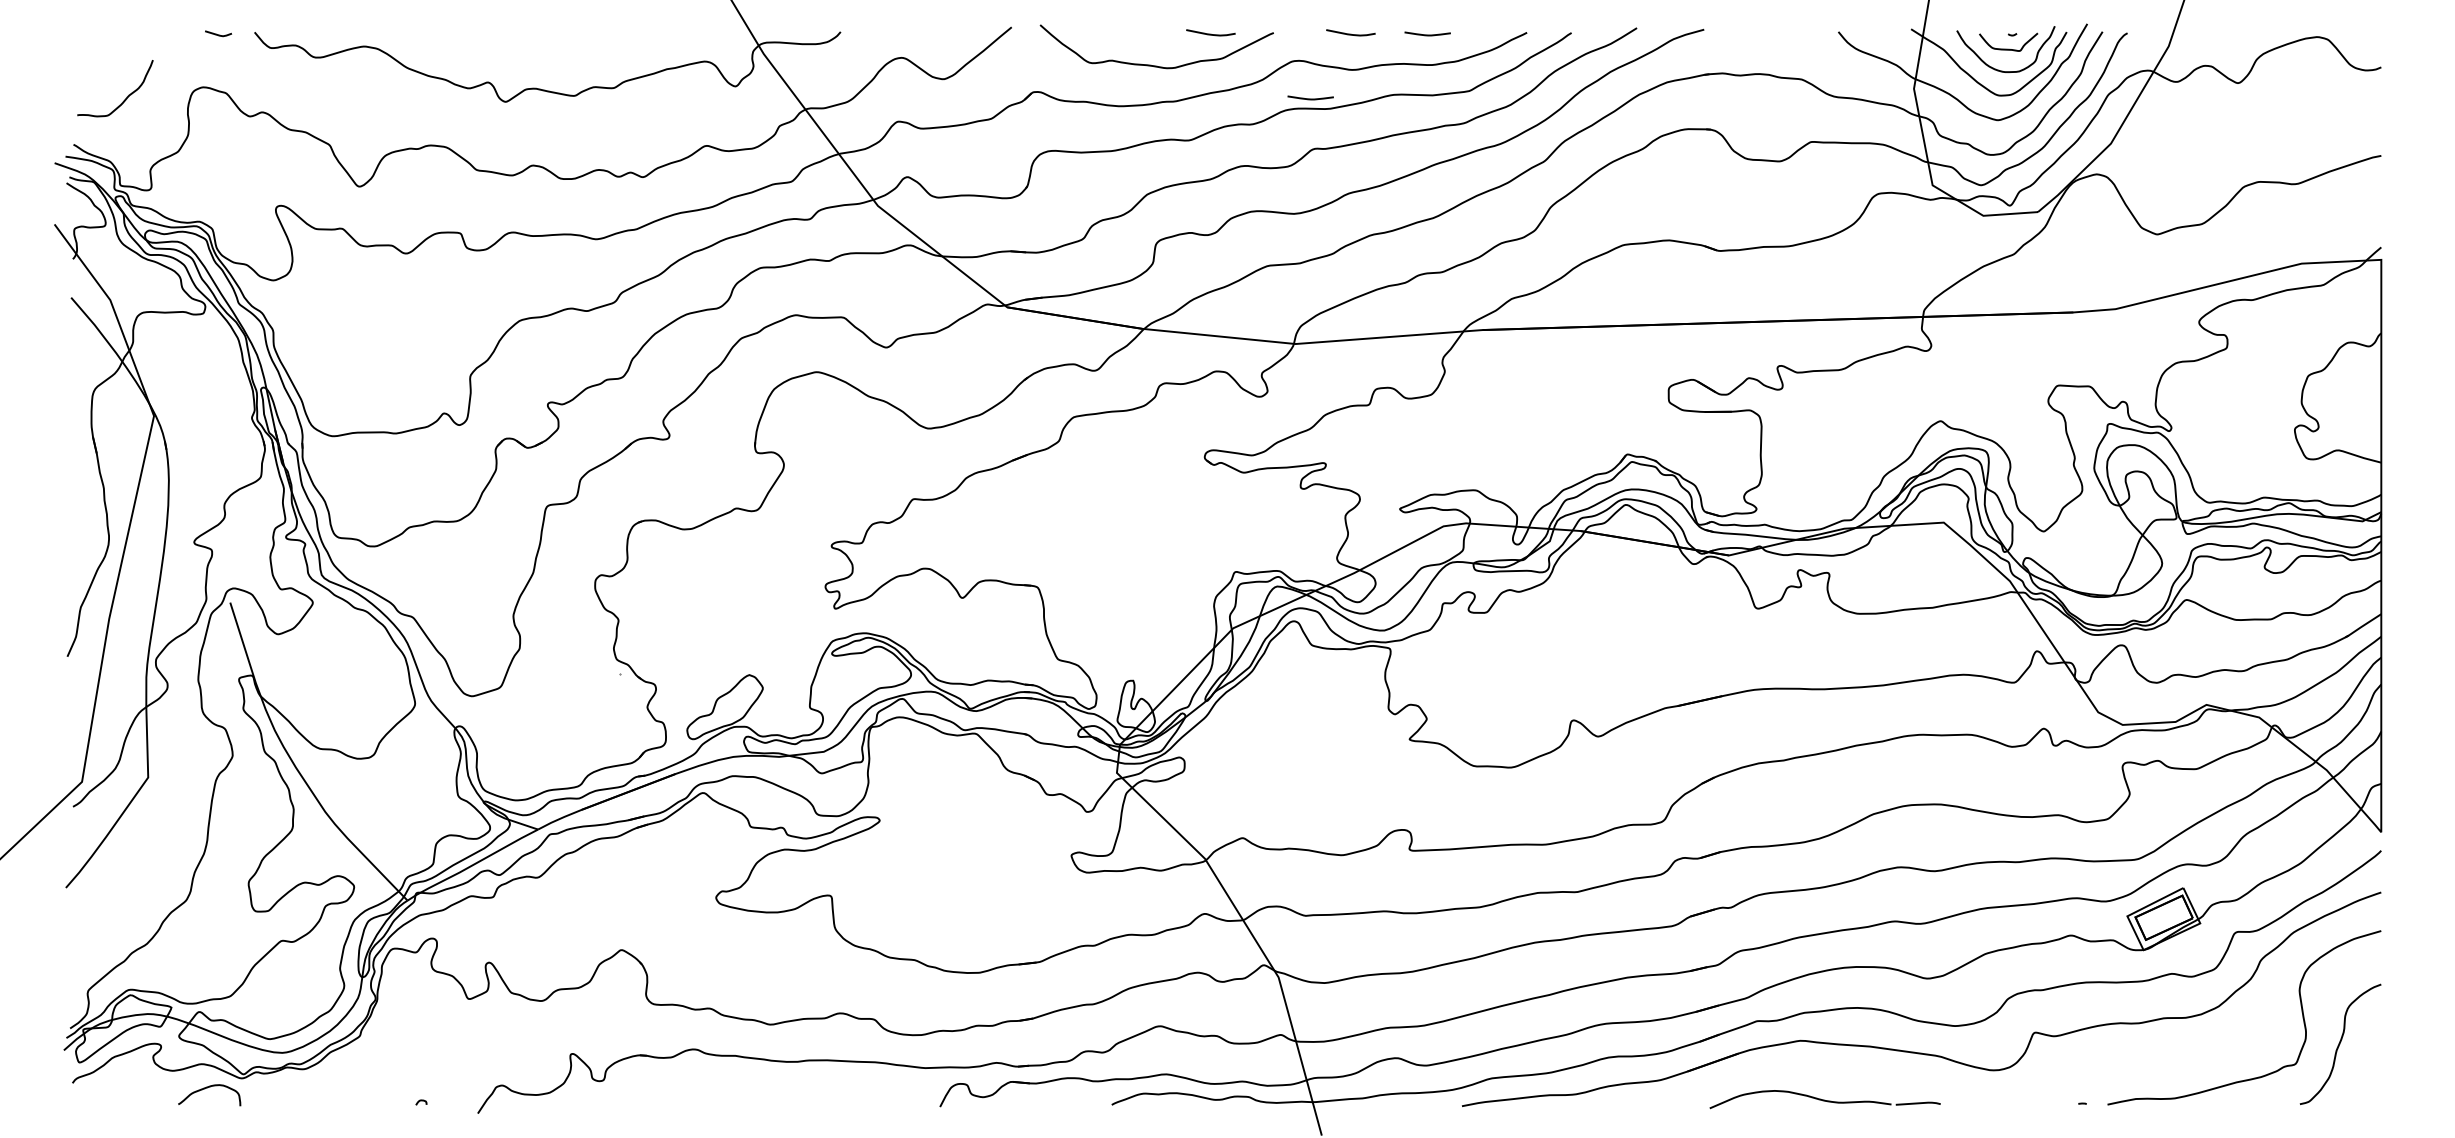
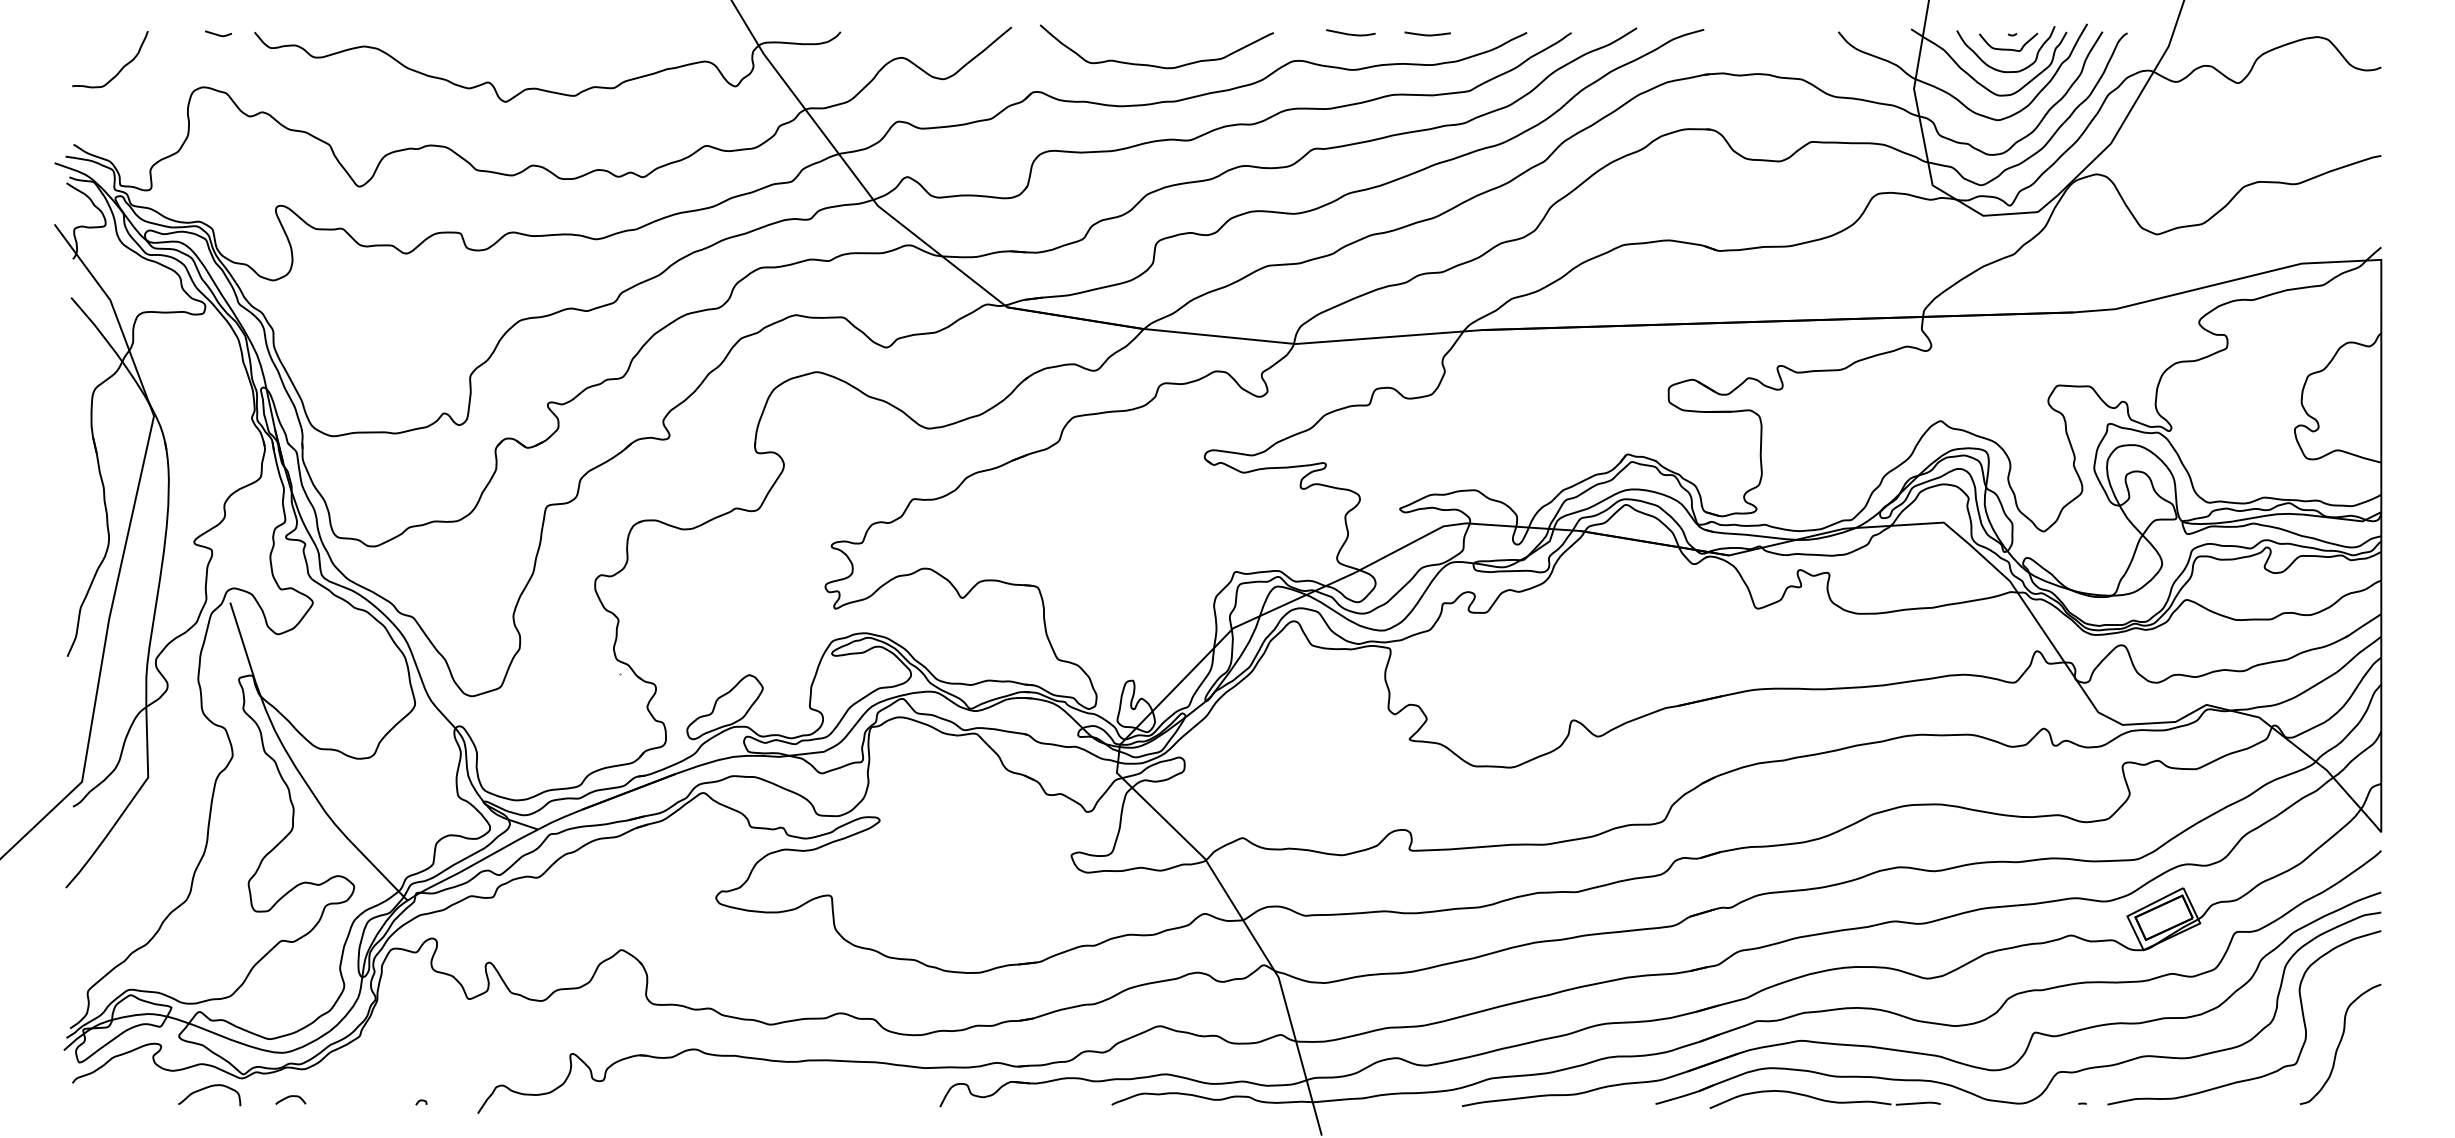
curve at (1210, 33): present -> none
curve at (127, 95) position: (127, 95) -> (122, 66)
curve at (1310, 98): present -> none
part at (2056, 1072): none -> present
curve at (290, 1097): none -> present
